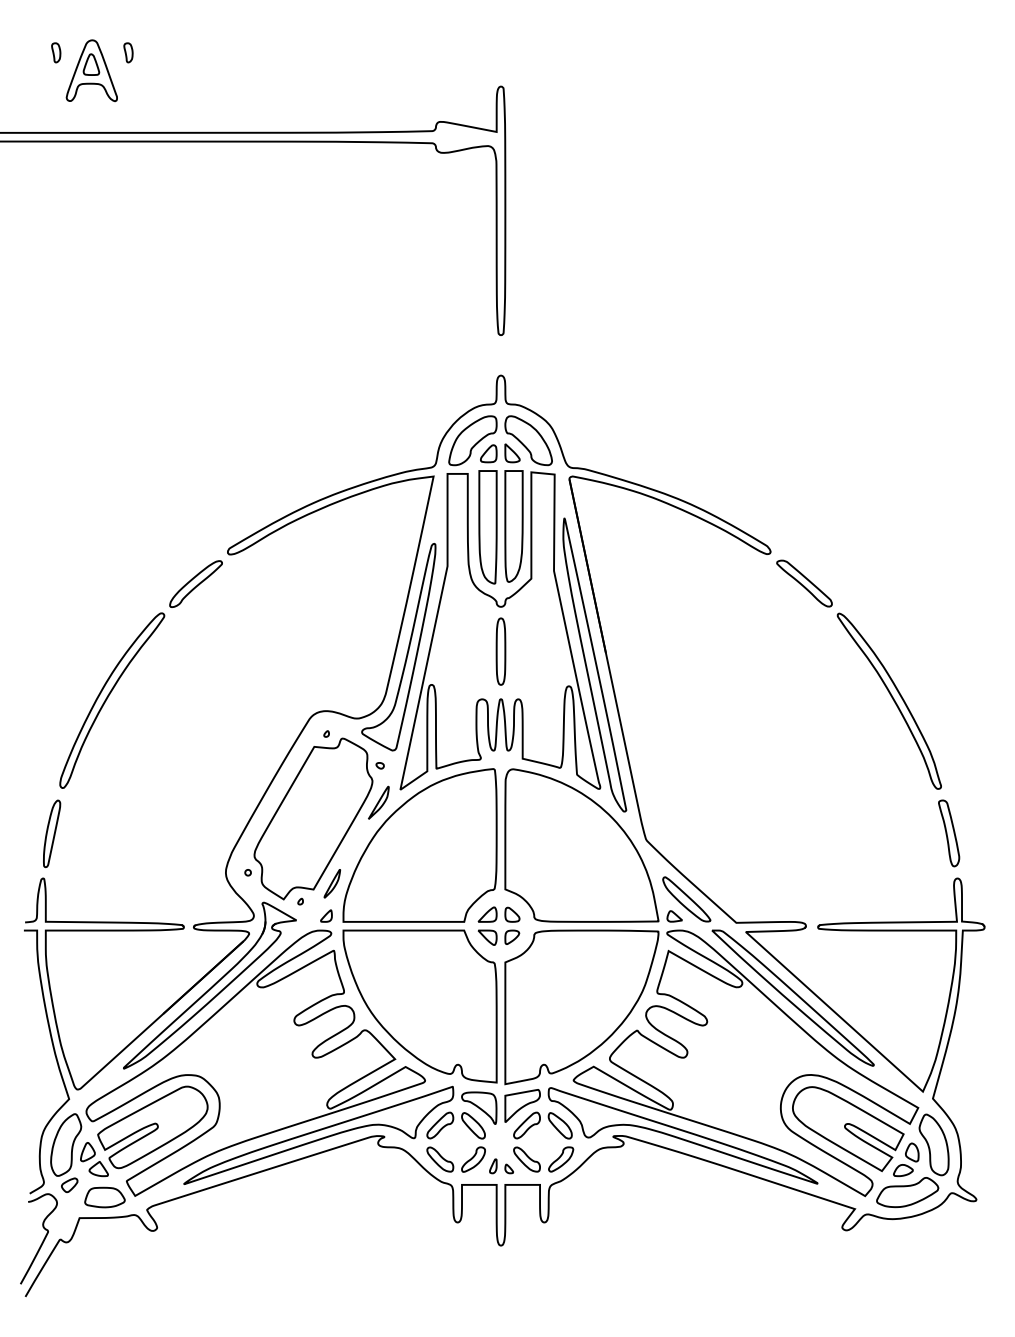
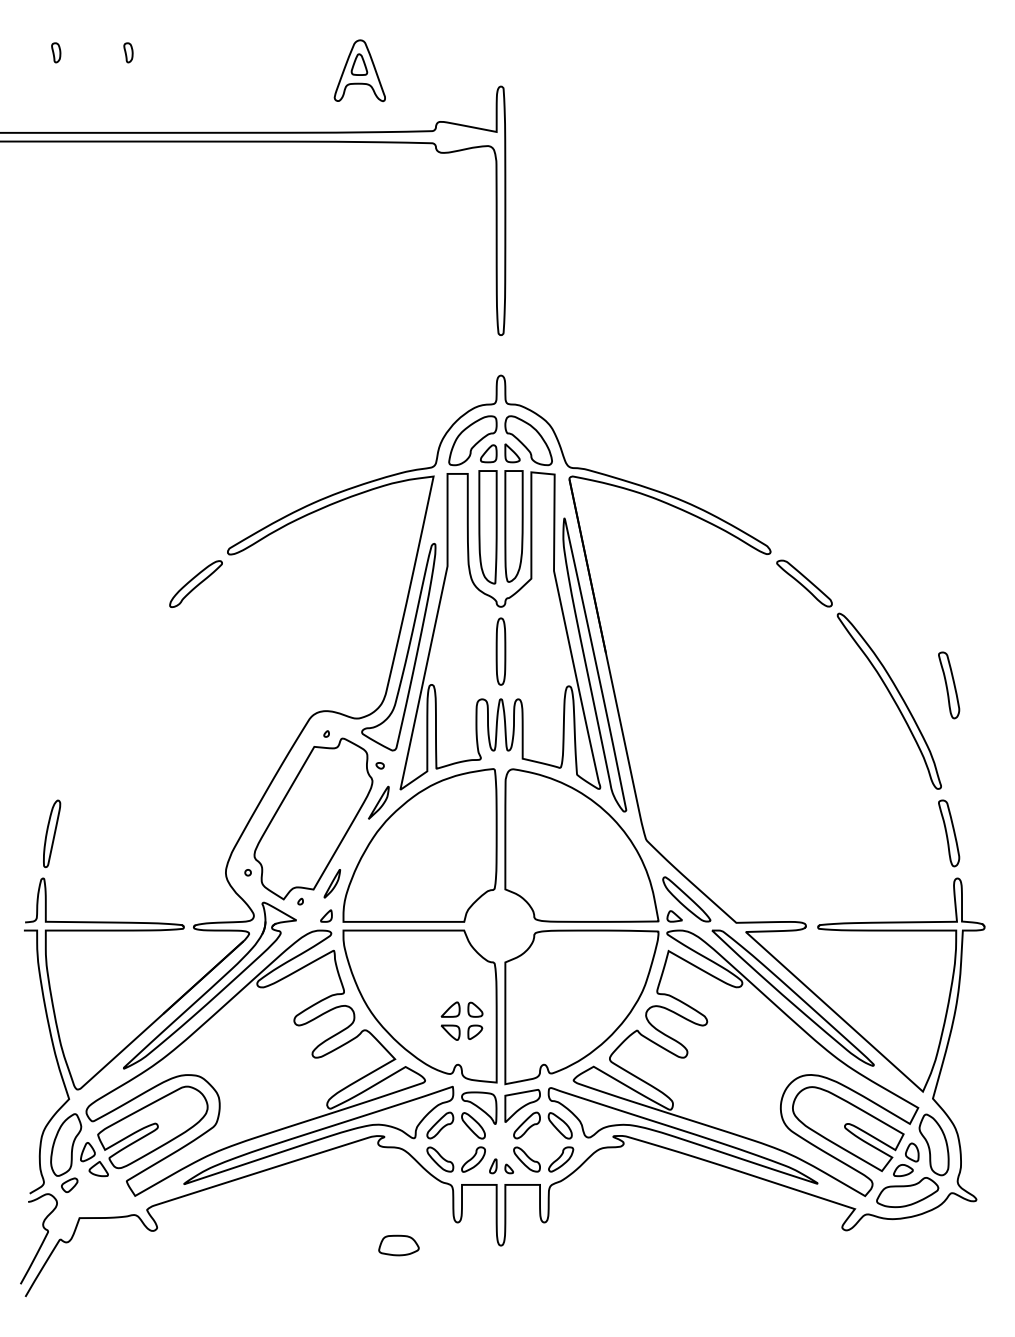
part at (91, 70) position: (91, 70) -> (359, 70)
part at (949, 685): none -> present
part at (112, 700): present -> none
part at (498, 925) position: (498, 925) -> (461, 1020)
part at (104, 1197) position: (104, 1197) -> (398, 1245)
